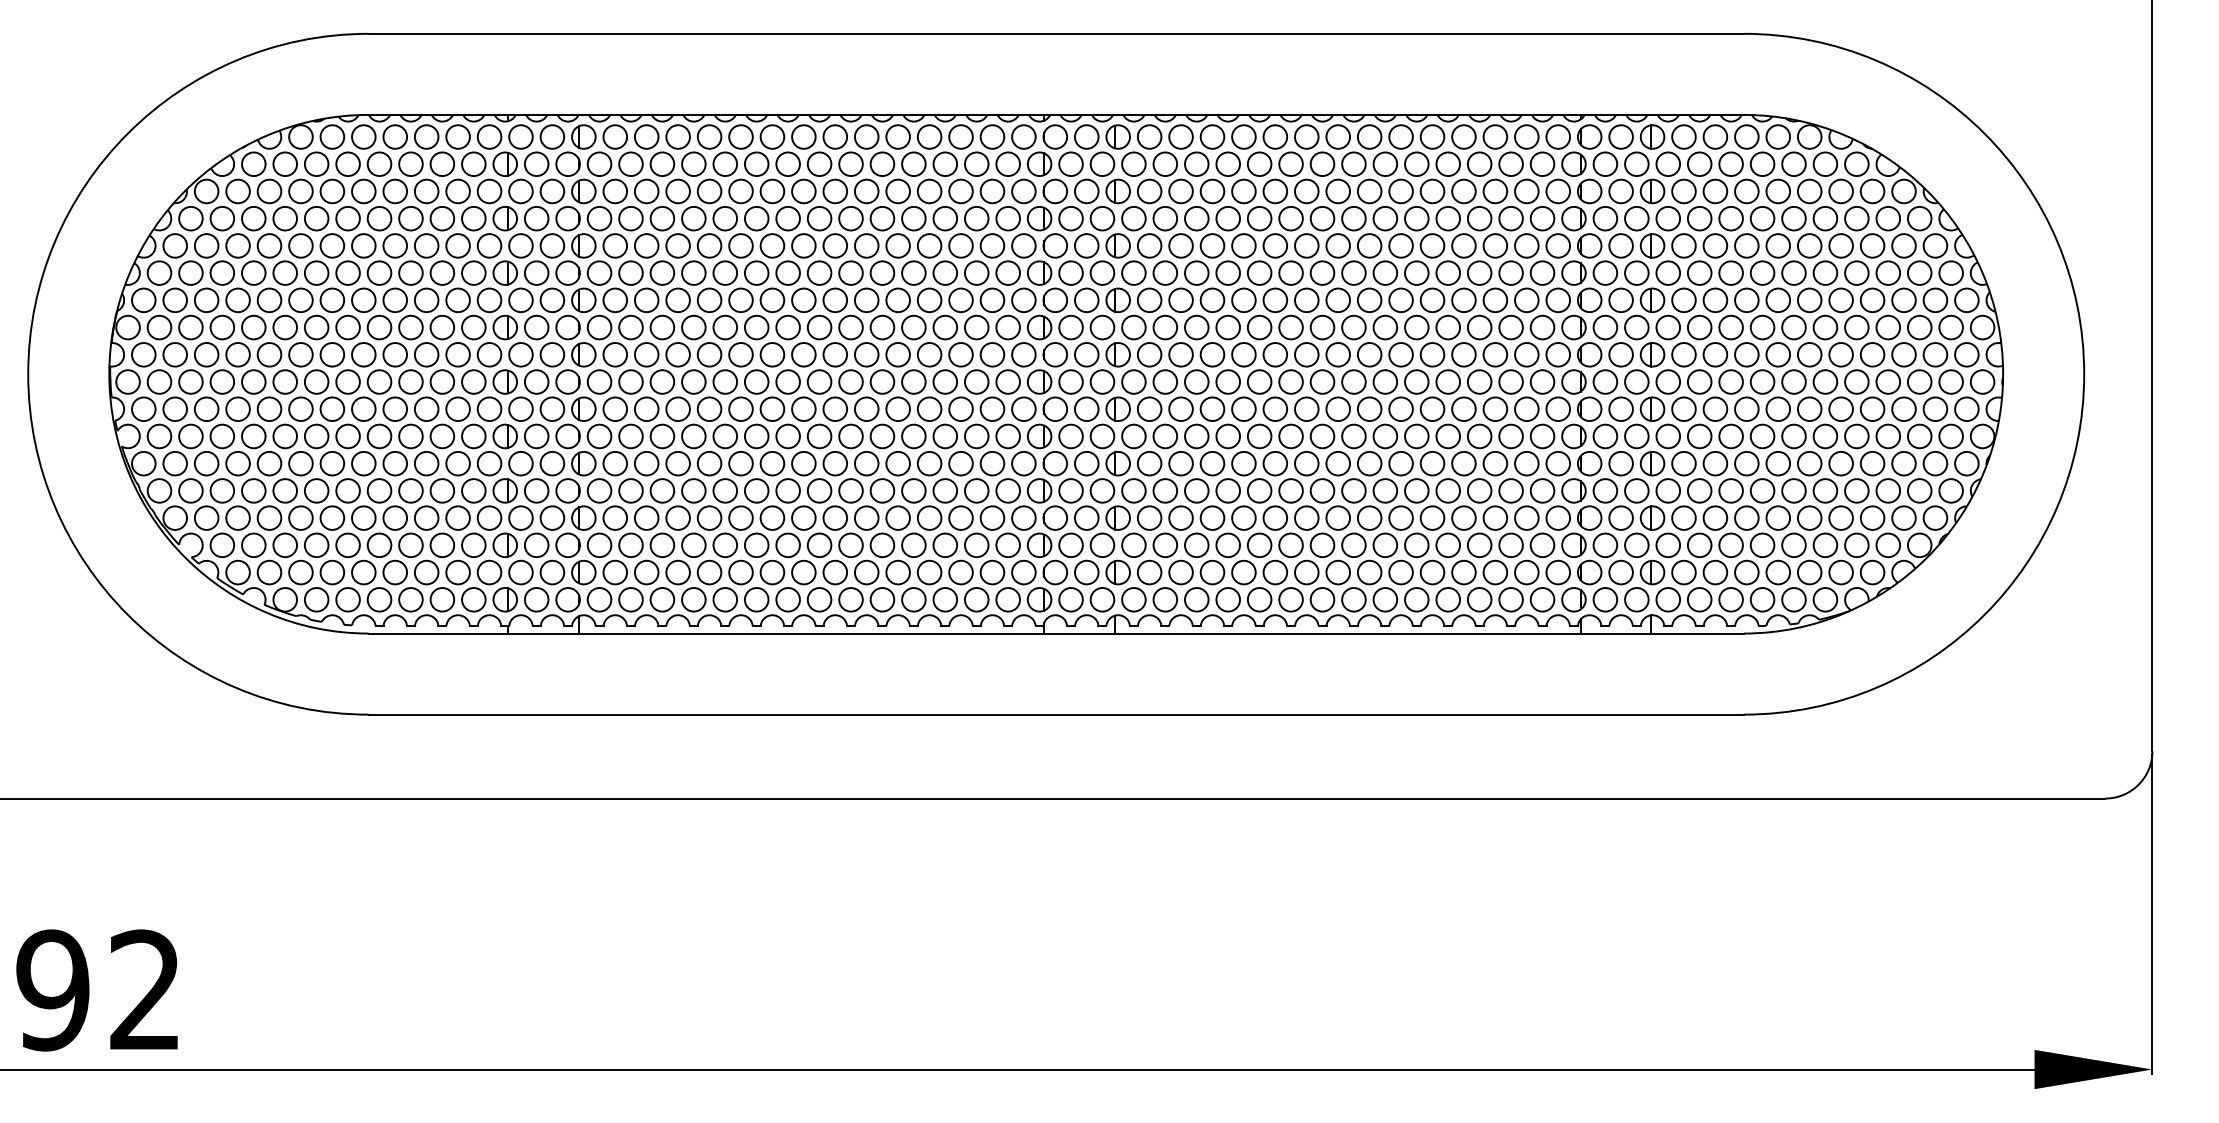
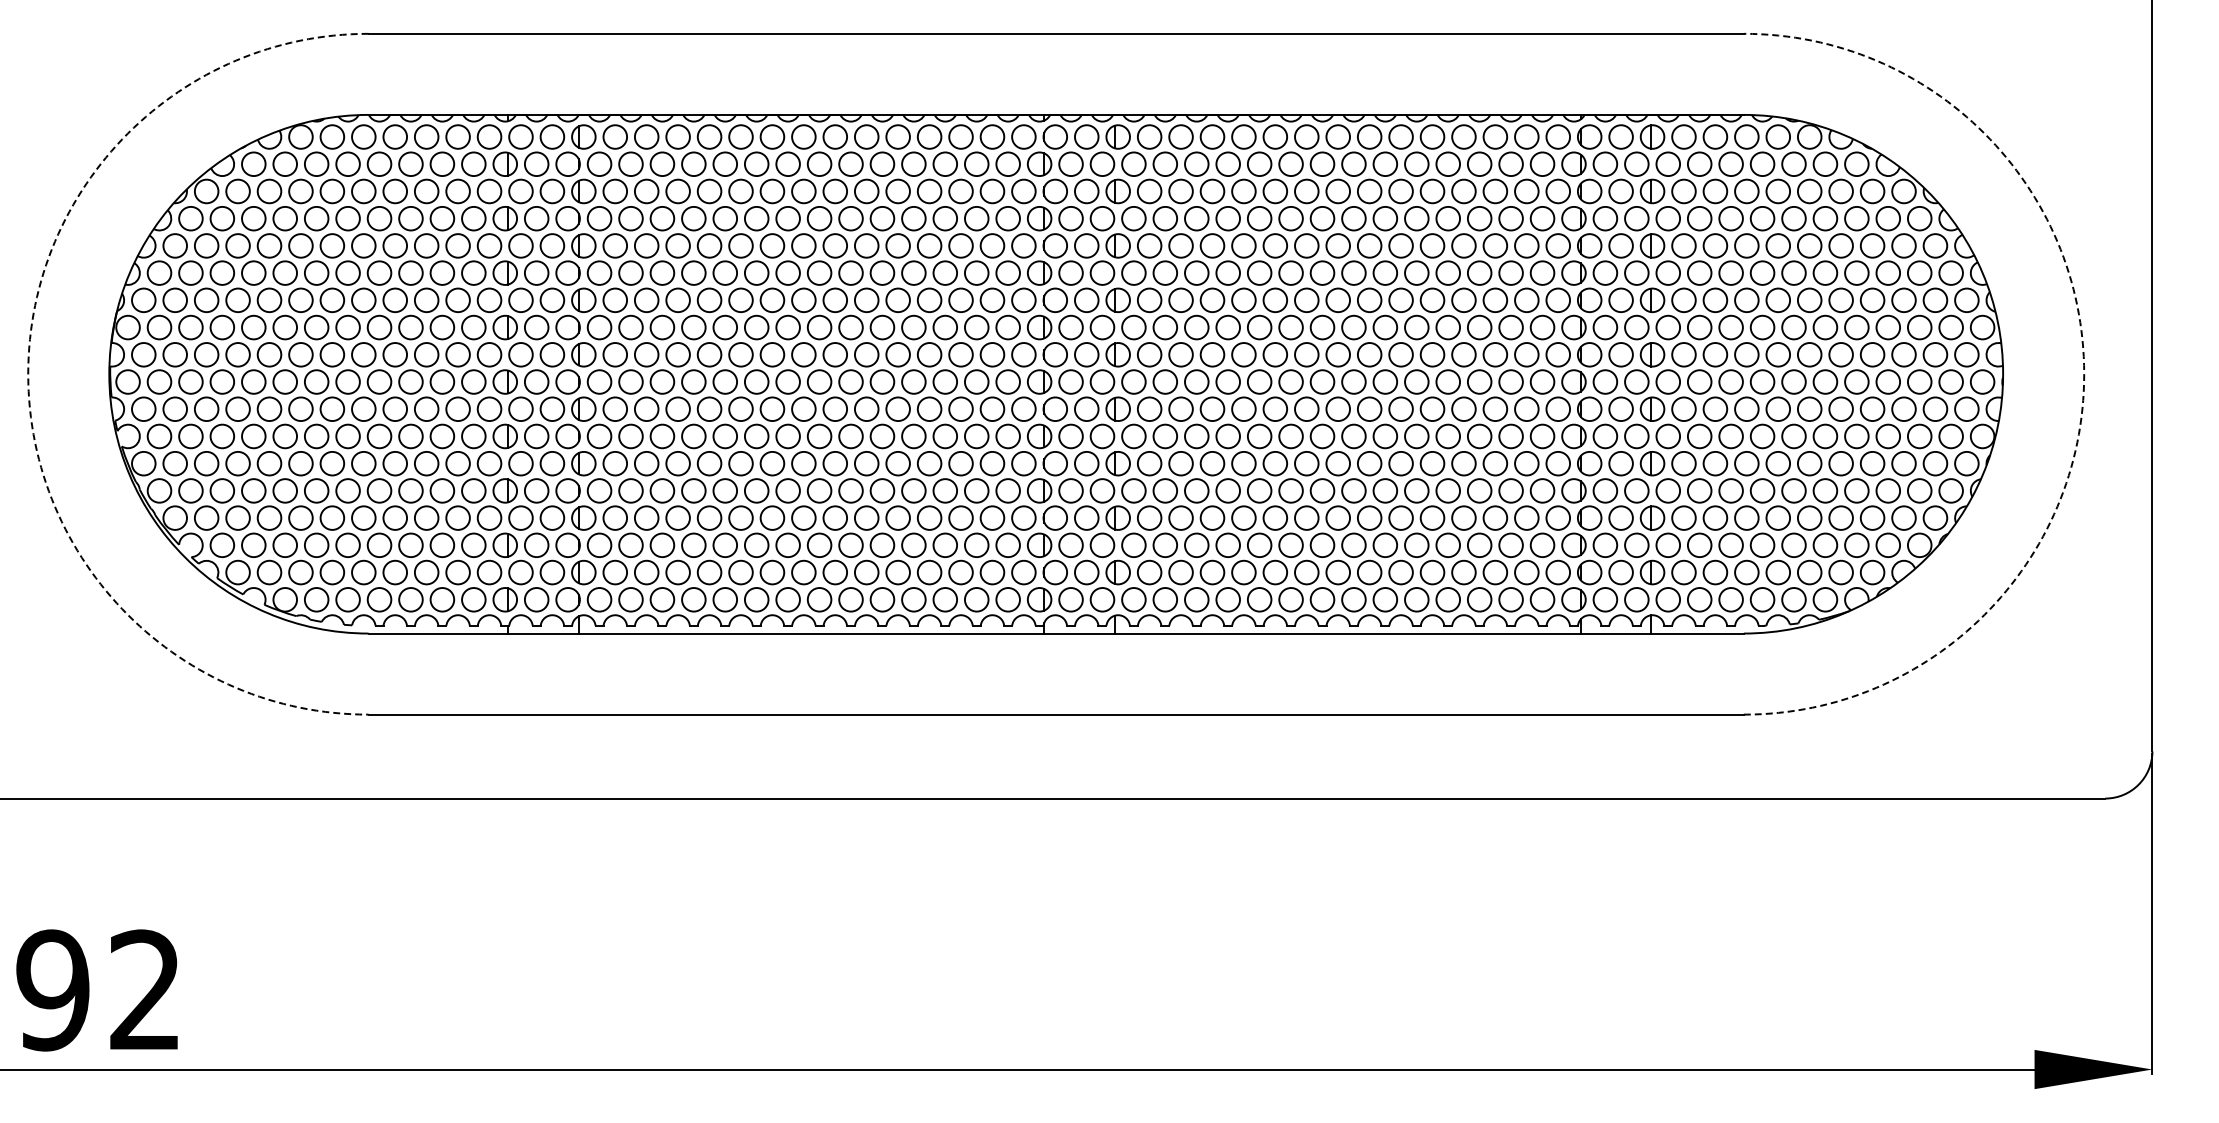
arc at (28, 374): solid -> dashed
arc at (2084, 374): solid -> dashed
